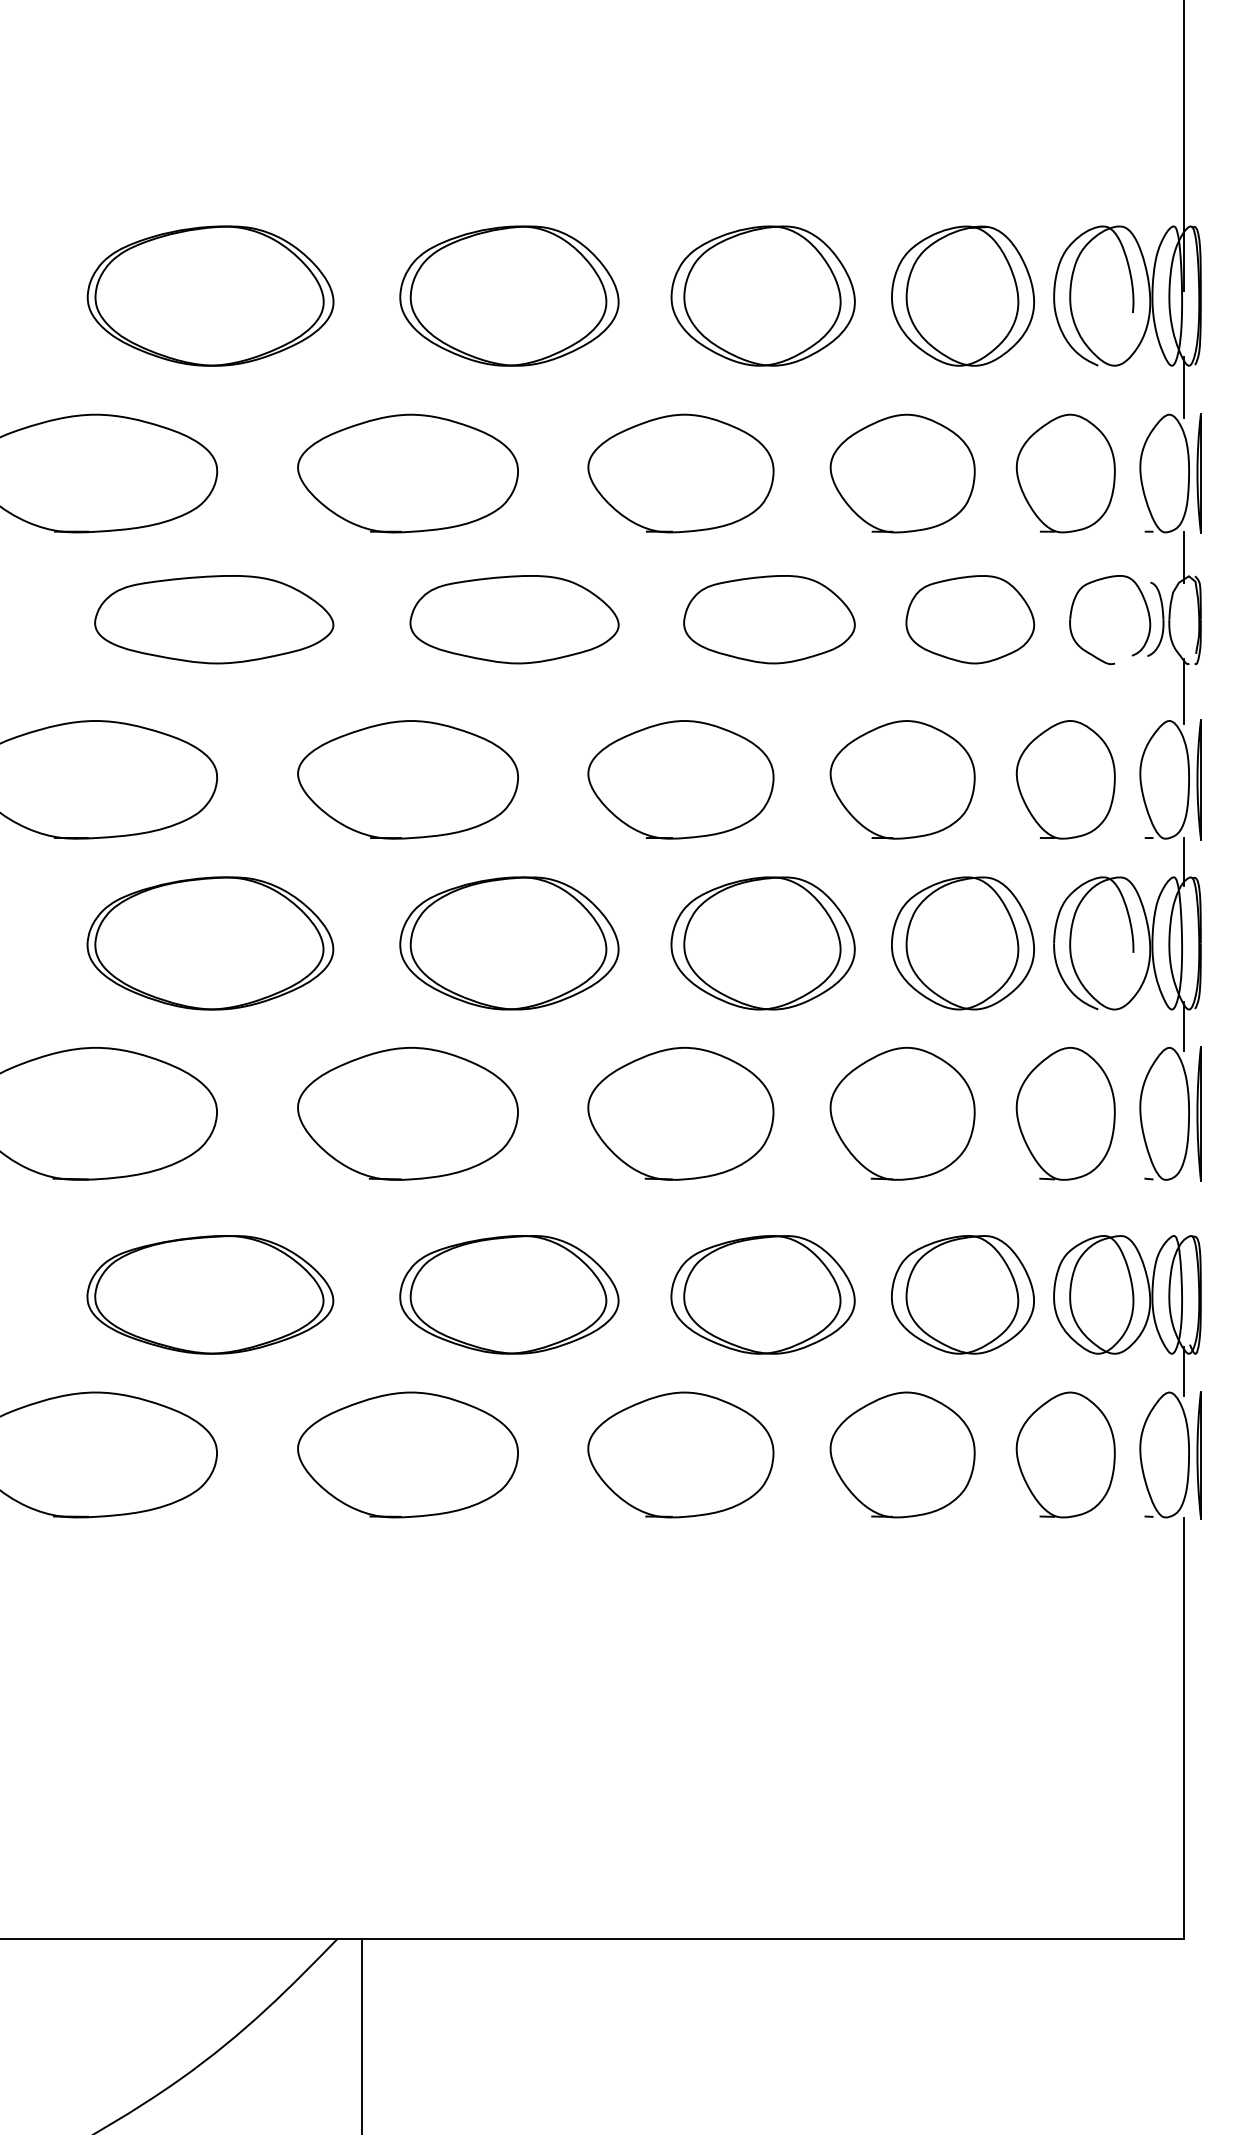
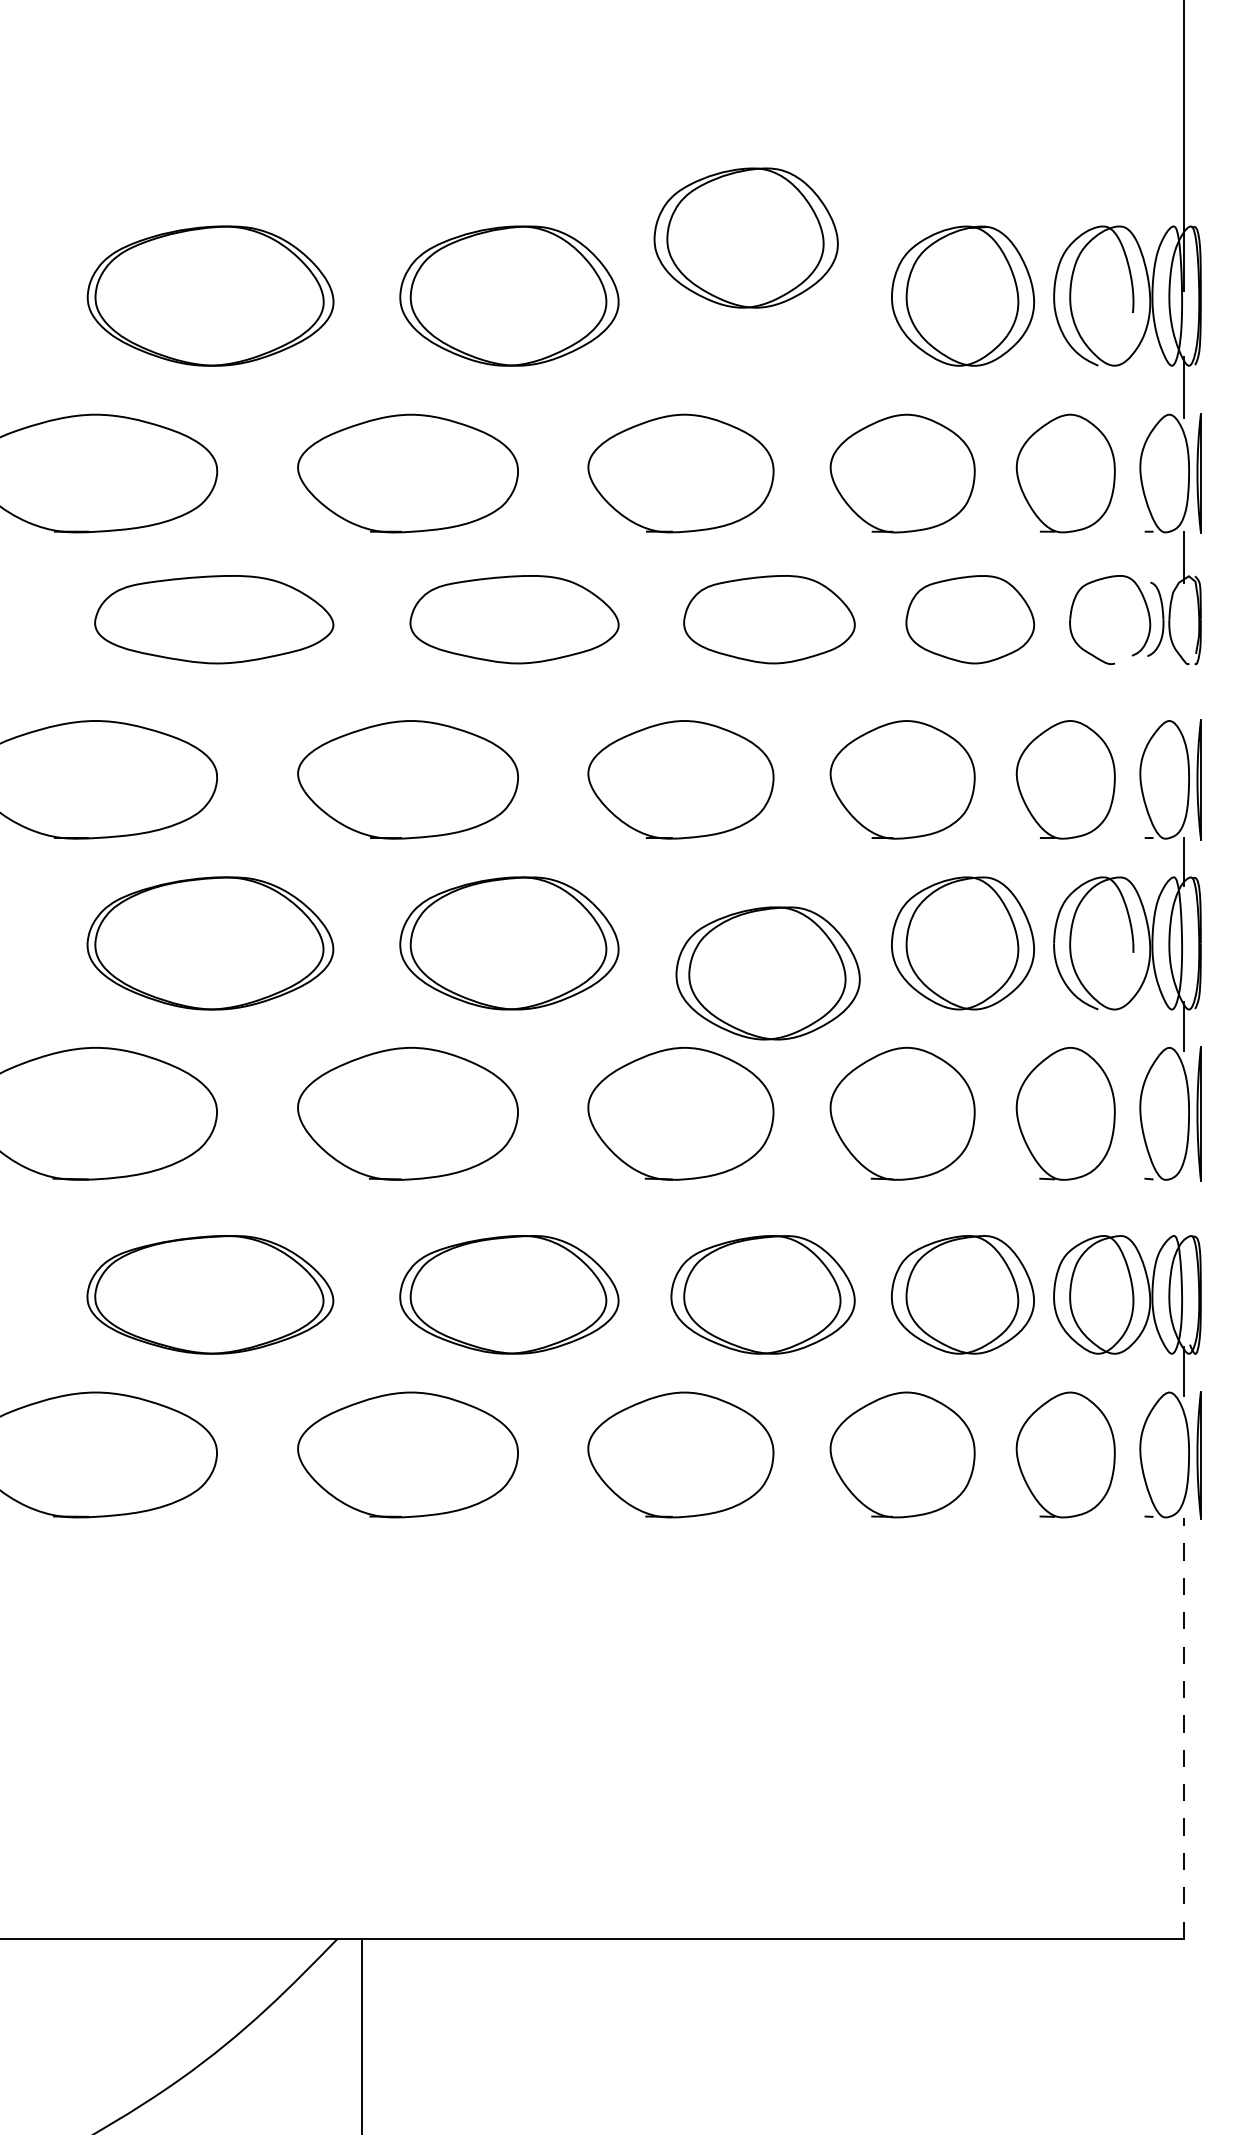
part at (762, 295) position: (762, 295) -> (745, 237)
line at (1183, 690): present -> none
part at (762, 943) position: (762, 943) -> (767, 973)
line at (1183, 1727): solid -> dashed
